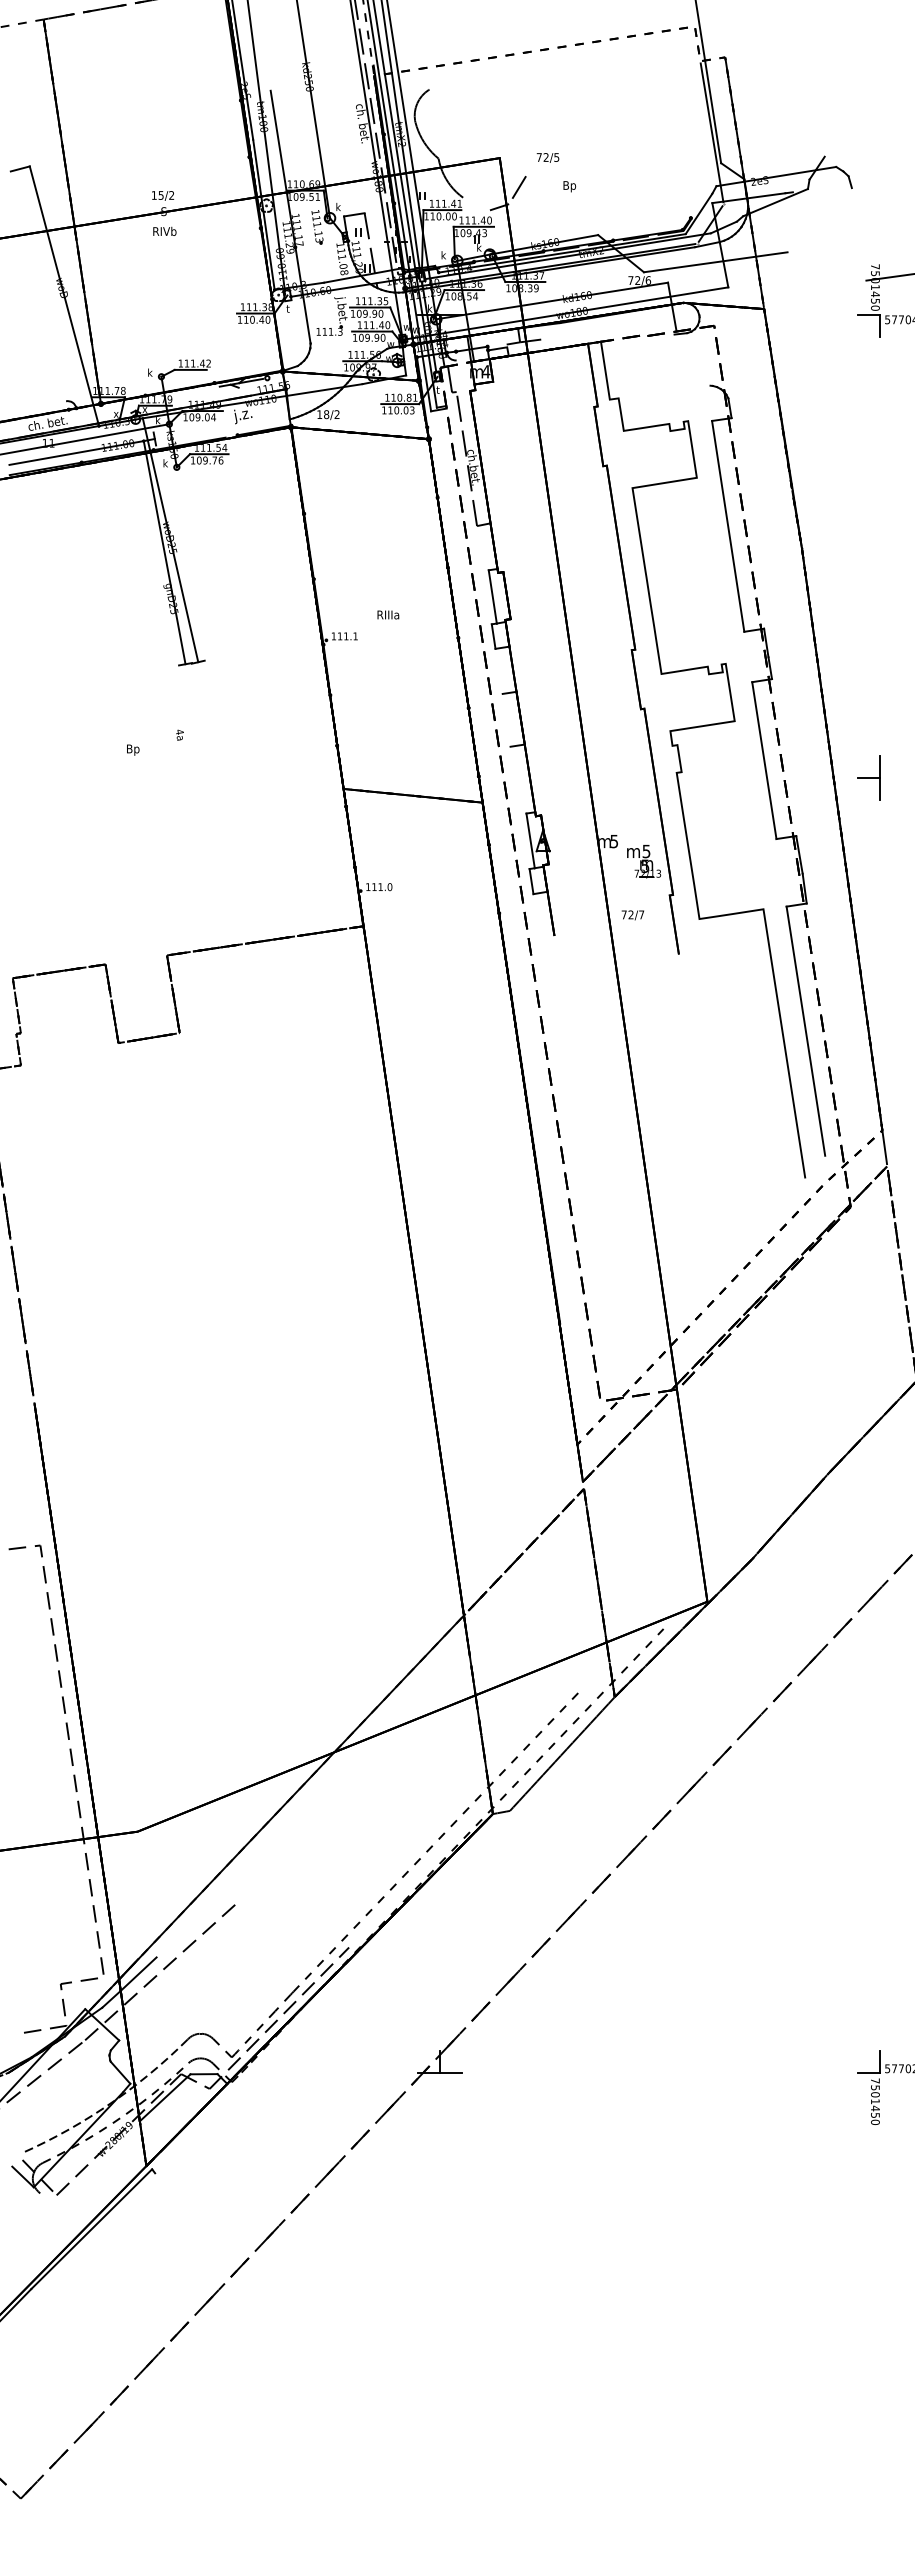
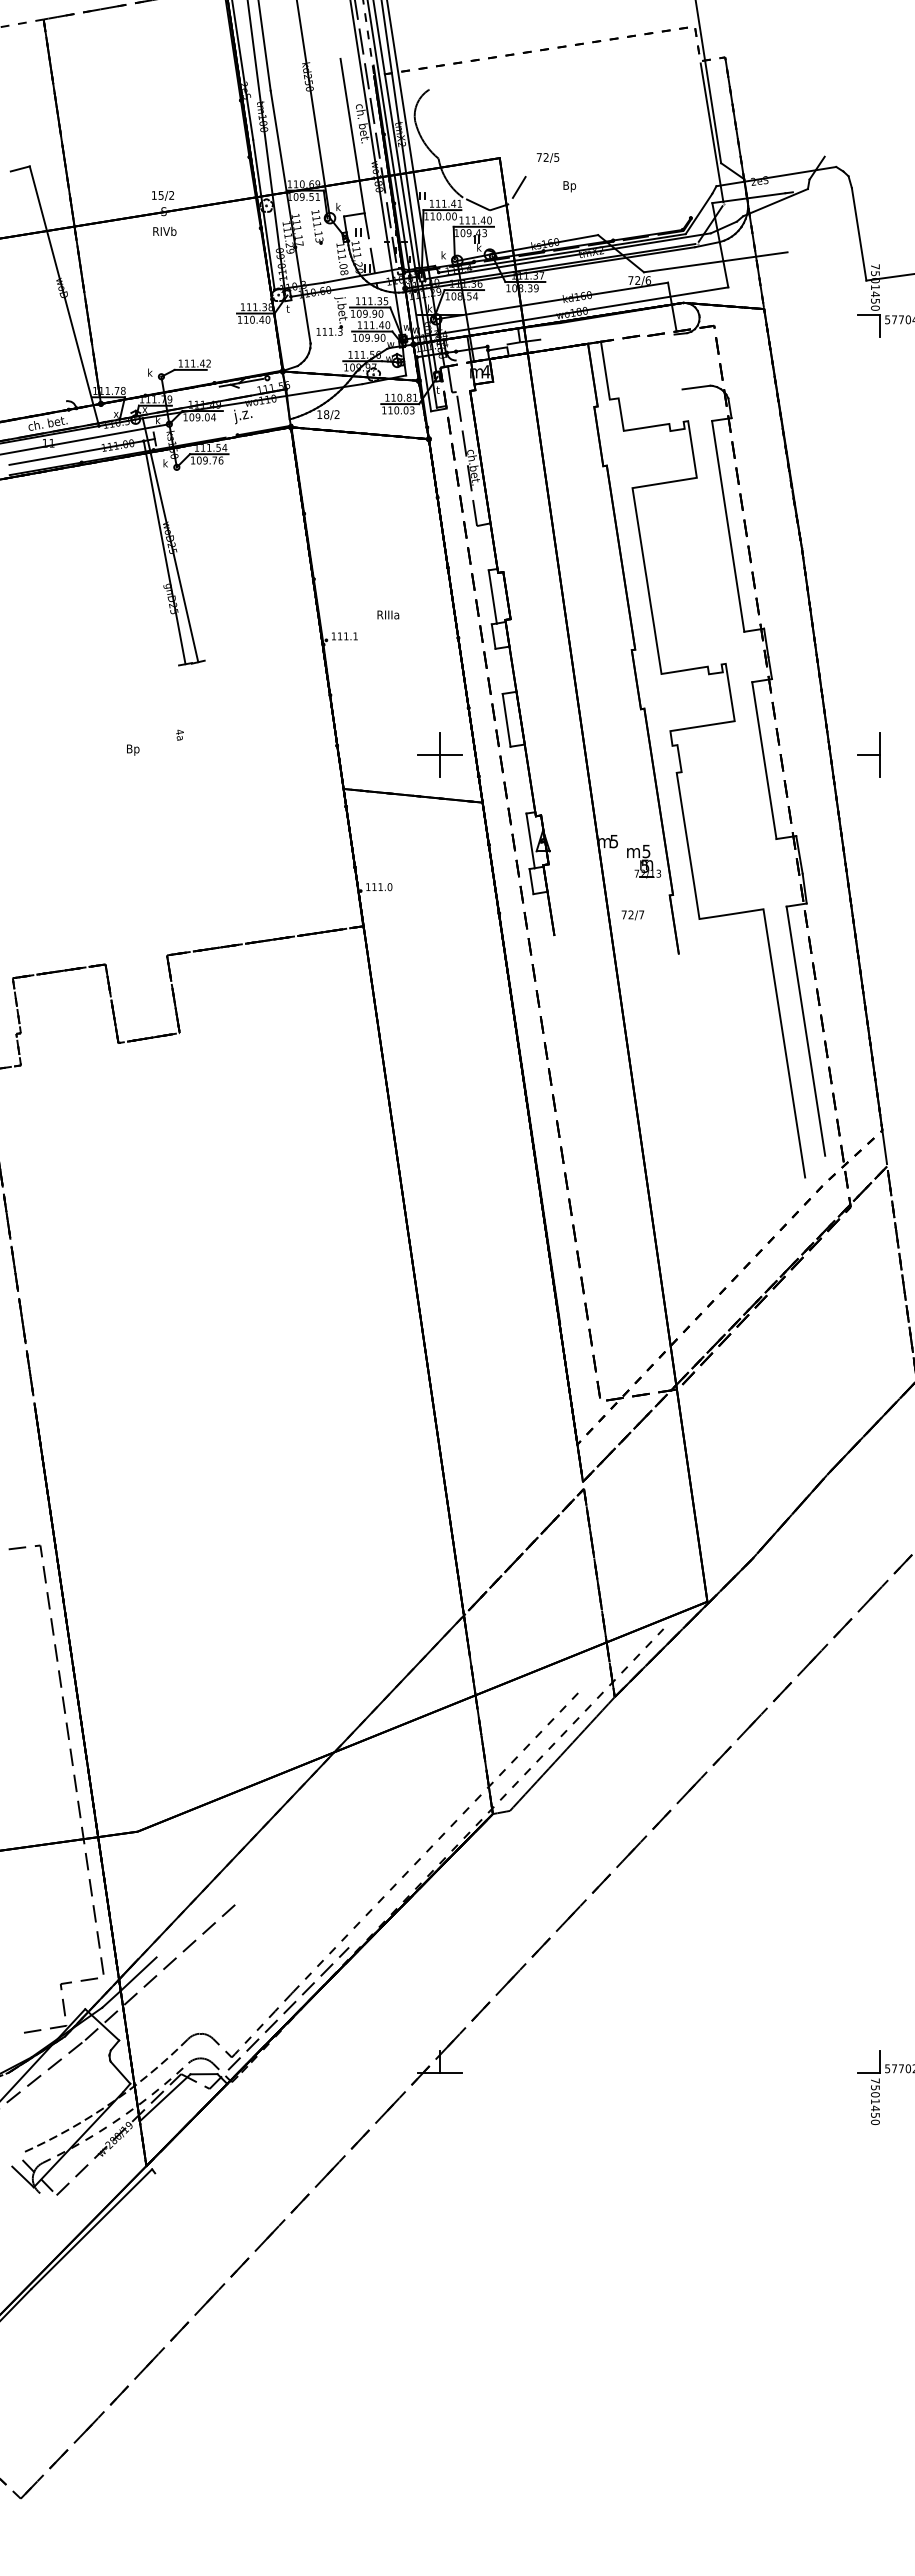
line at (264, 46): none -> present
line at (352, 135): none -> present
line at (476, 203): none -> present
line at (858, 234): none -> present
line at (696, 387): none -> present
line at (506, 719): none -> present
part at (439, 754): none -> present
part at (868, 777) position: (868, 777) -> (868, 754)
